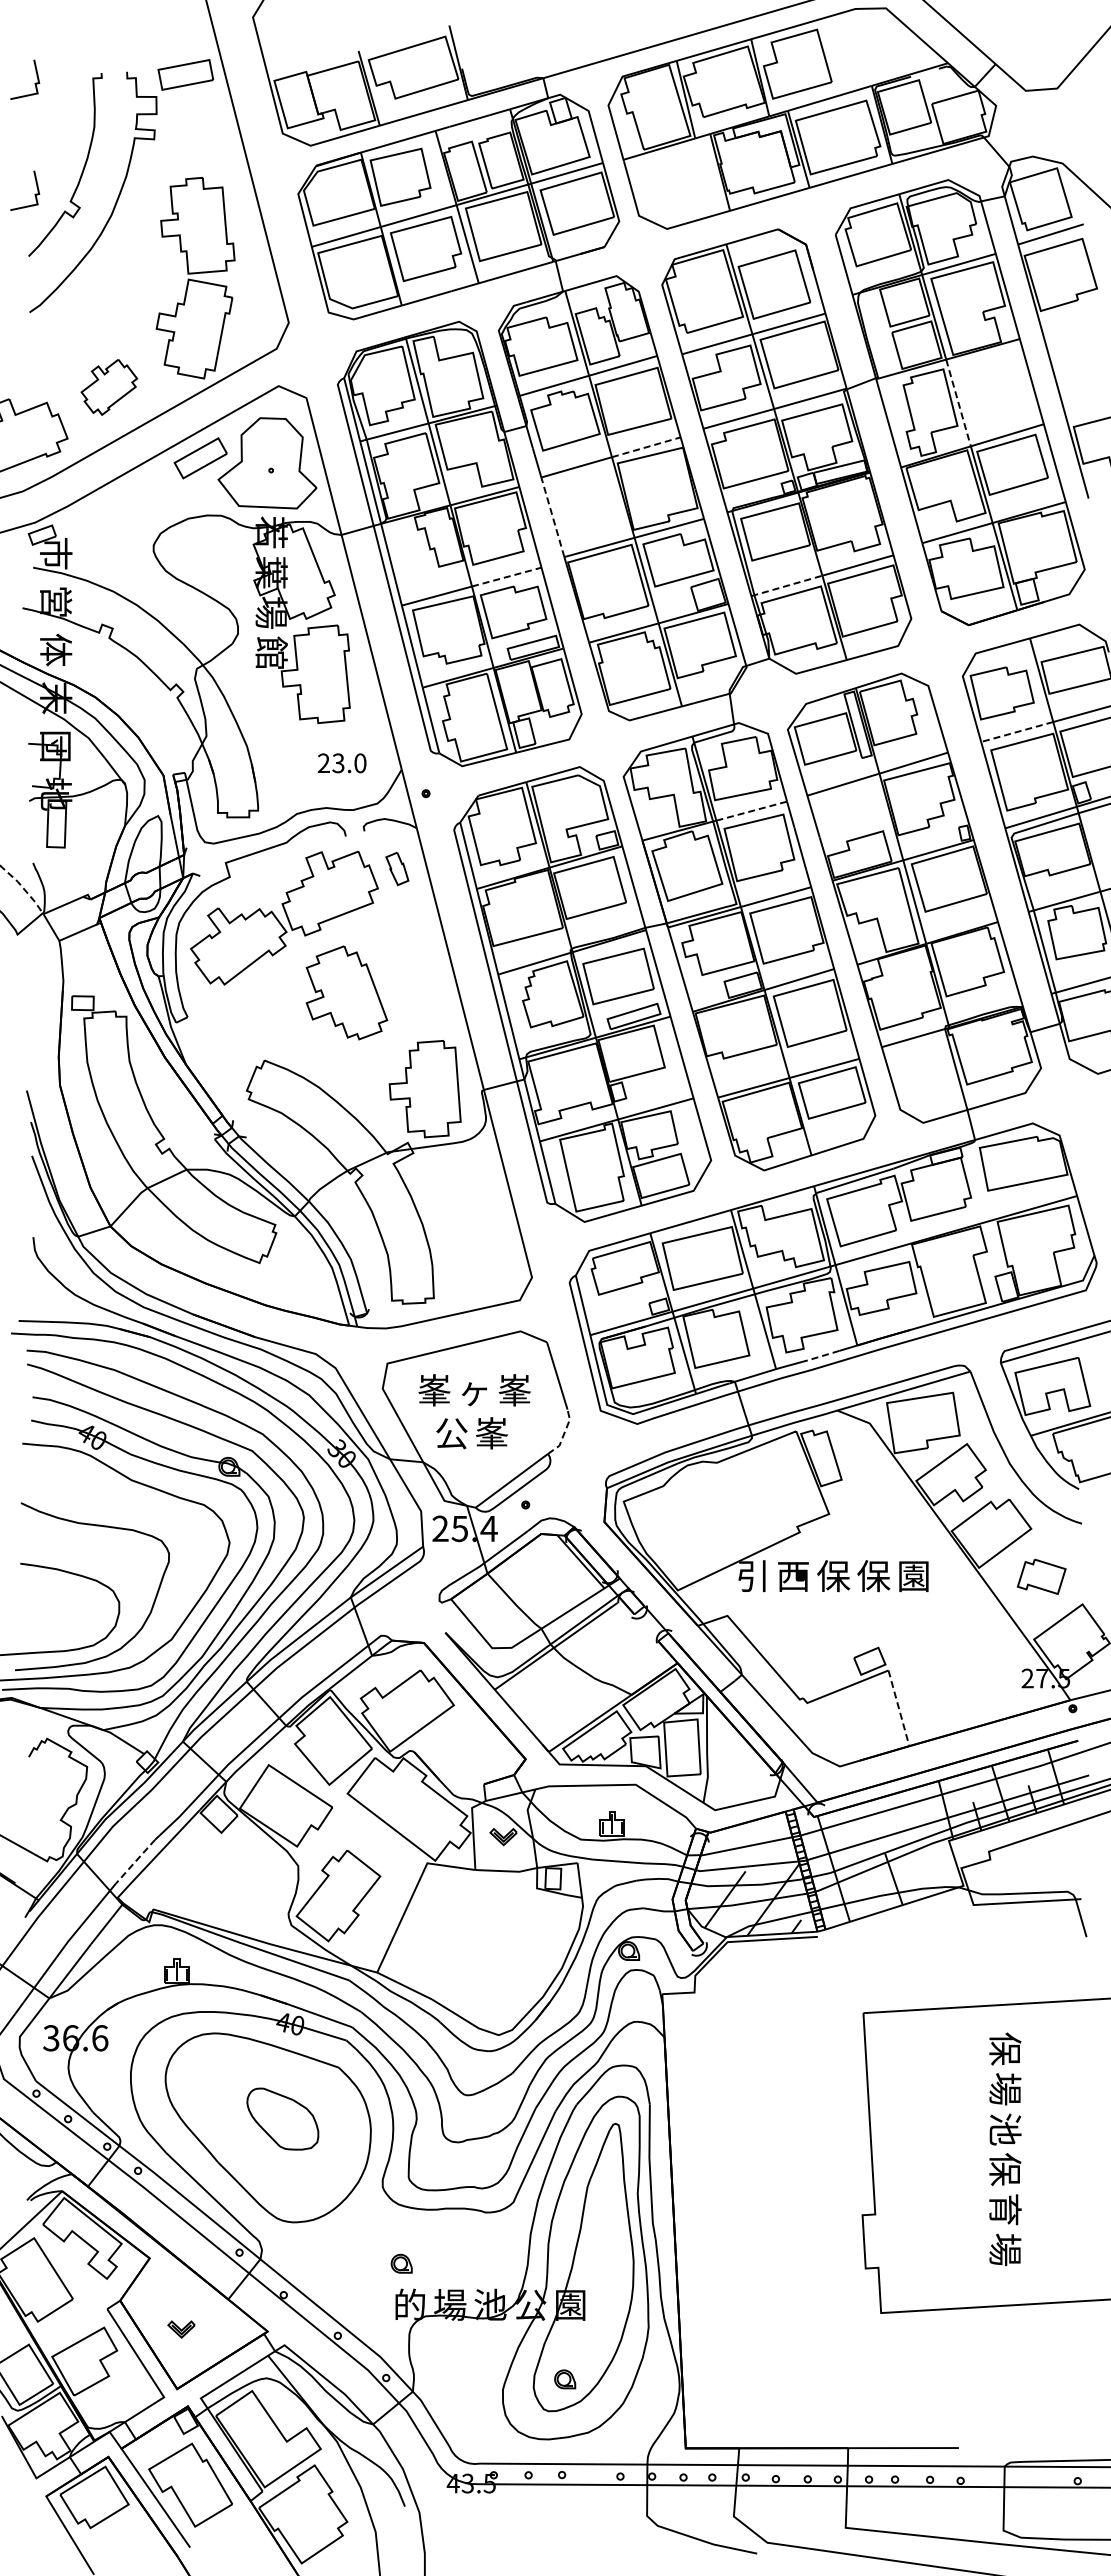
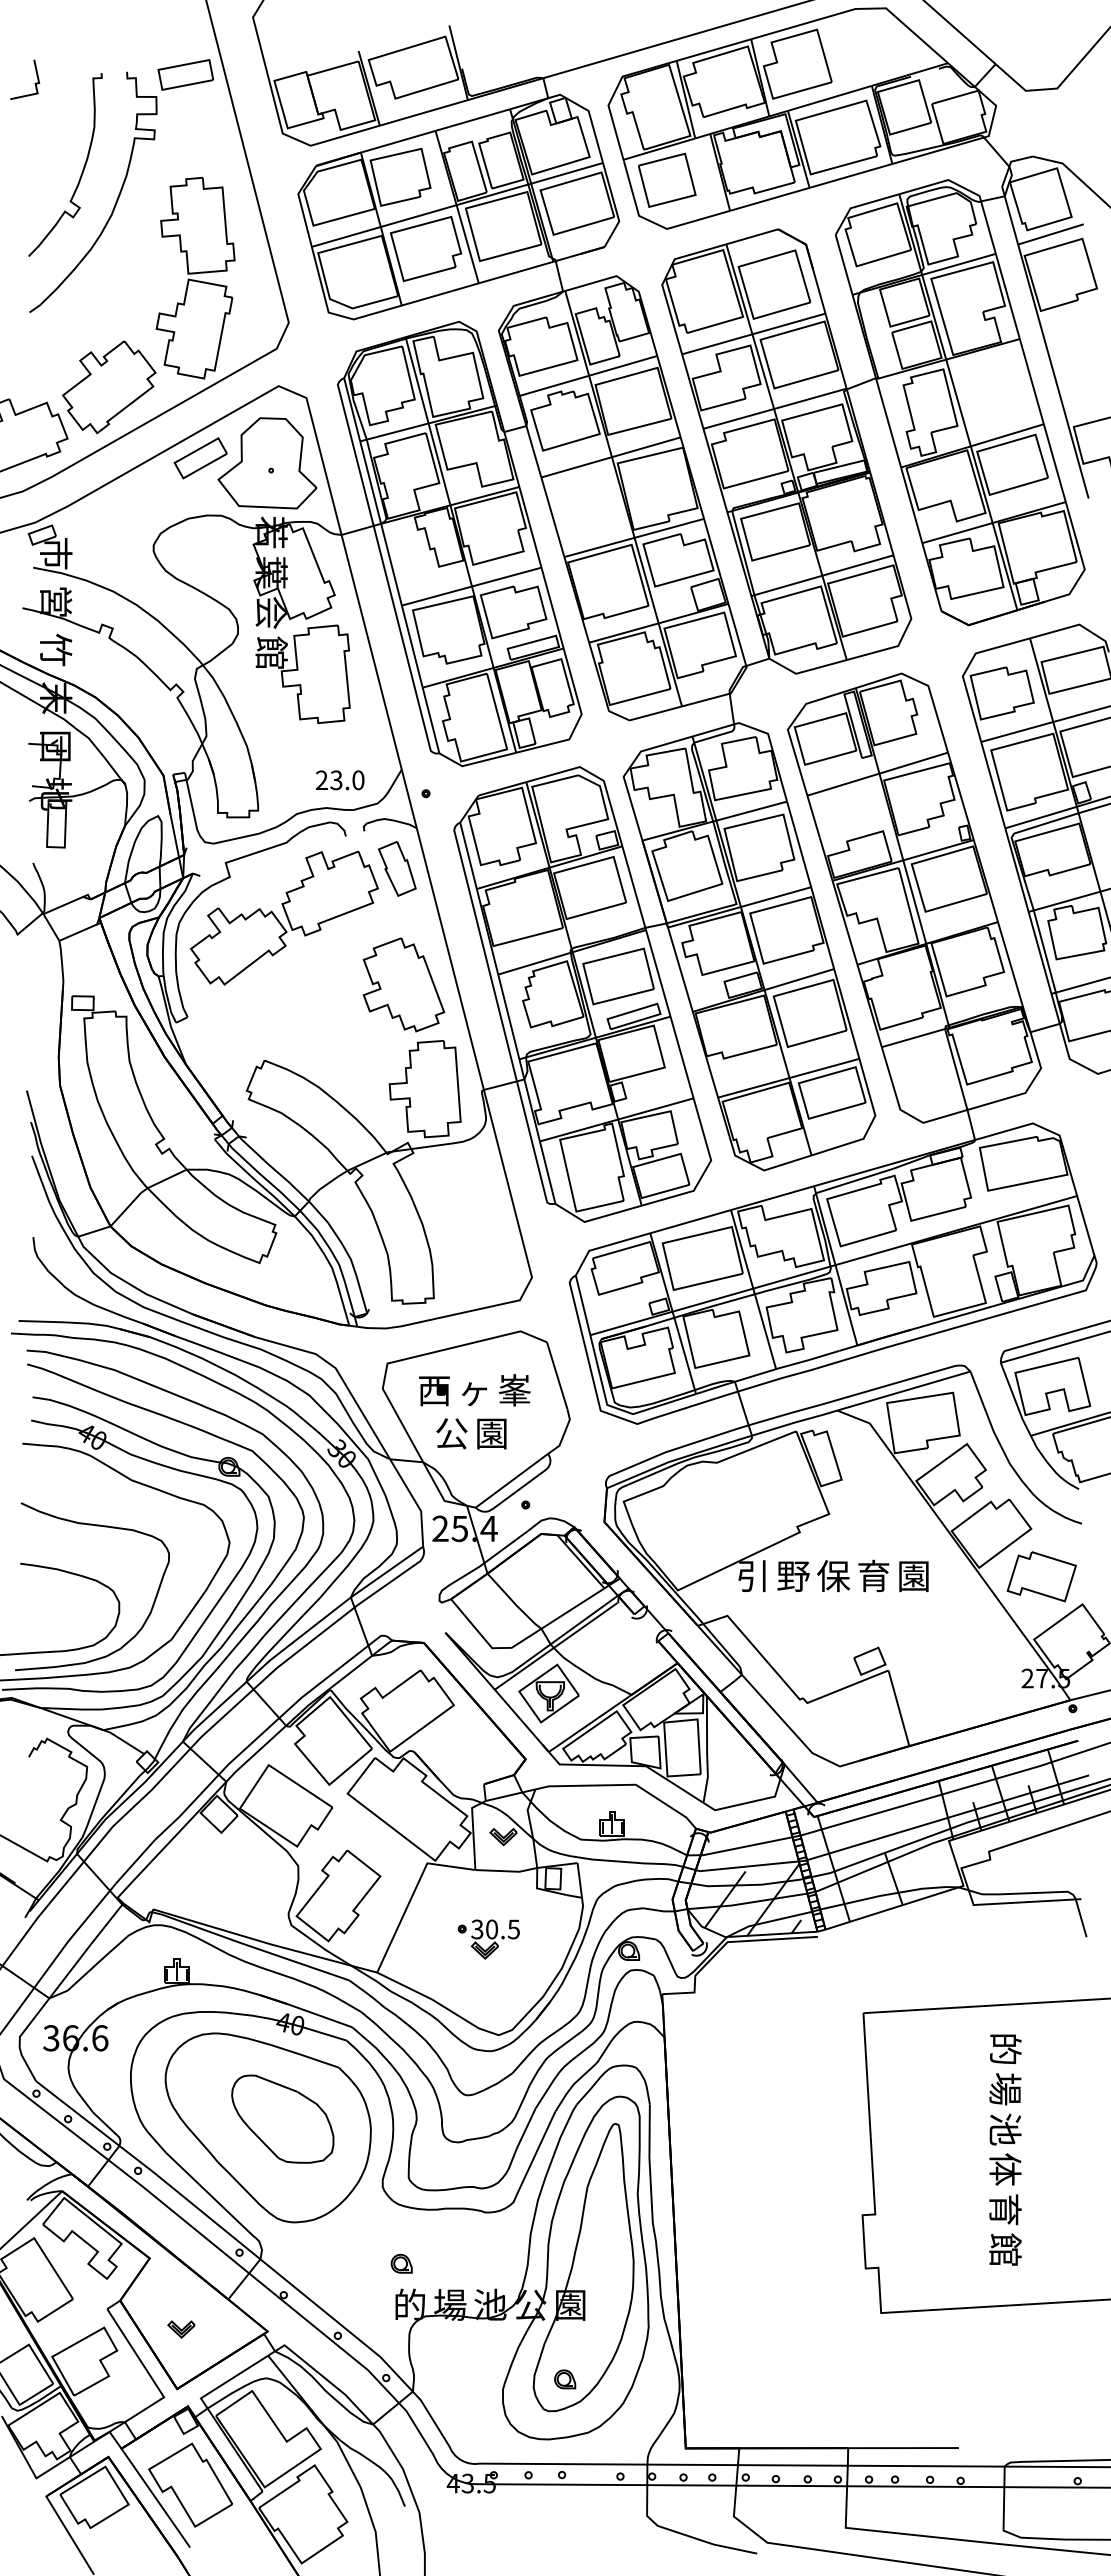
part at (667, 179): none -> present
line at (34, 194): present -> none
part at (109, 387) size: 59x57 px -> 95x95 px
line at (958, 403): dashed -> solid
line at (646, 447): dashed -> solid
line at (552, 516): dashed -> solid
line at (507, 576): dashed -> solid
line at (786, 586): dashed -> solid
text at (271, 612): 場 -> 会
text at (56, 649): 体 -> 竹
line at (1016, 732): dashed -> solid
text at (341, 763) position: (341, 763) -> (339, 780)
line at (751, 811): dashed -> solid
part at (397, 869) size: 25x35 px -> 39x56 px
line at (24, 889): dashed -> solid
part at (346, 992) position: (346, 992) -> (403, 984)
line at (819, 1356): dashed -> solid
text at (434, 1390): 峯 -> 西
text at (491, 1433): 峯 -> 園
line at (564, 1434): dashed -> solid
text at (873, 1575): 保 -> 育
text at (793, 1576): 西 -> 野
part at (1041, 1576) size: 51x37 px -> 71x52 px
part at (548, 1693): none -> present
line at (899, 1708): dashed -> solid
line at (135, 1861): dashed -> solid
part at (488, 1939): none -> present
text at (1005, 2048): 保 -> 的
part at (282, 2118) size: 74x64 px -> 104x90 px
text at (1005, 2169): 保 -> 体
text at (1005, 2249): 場 -> 館
